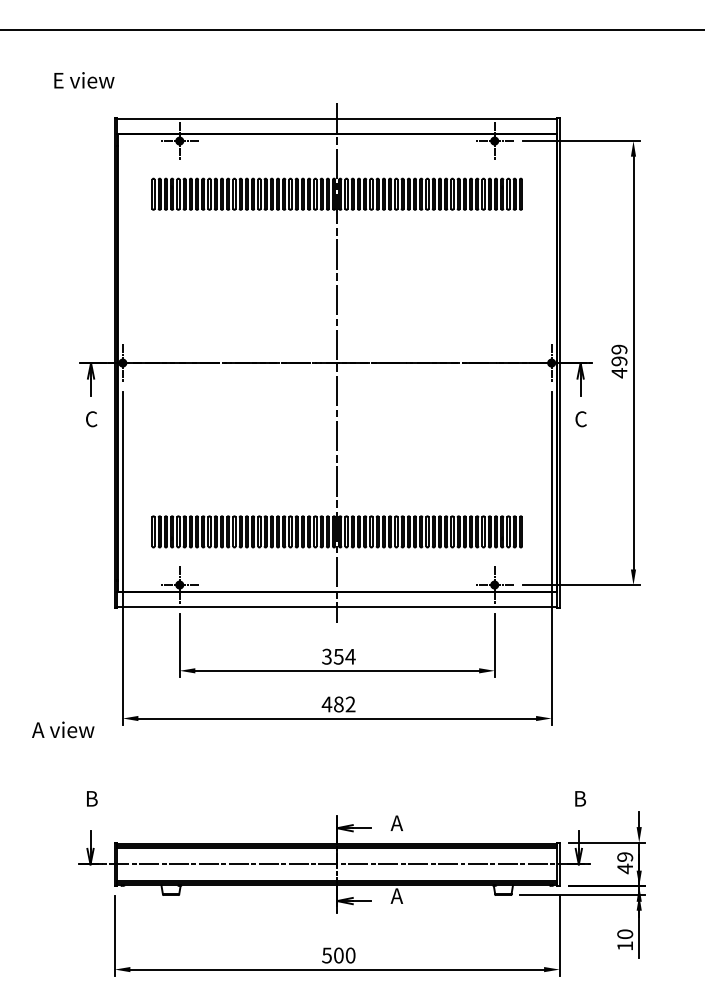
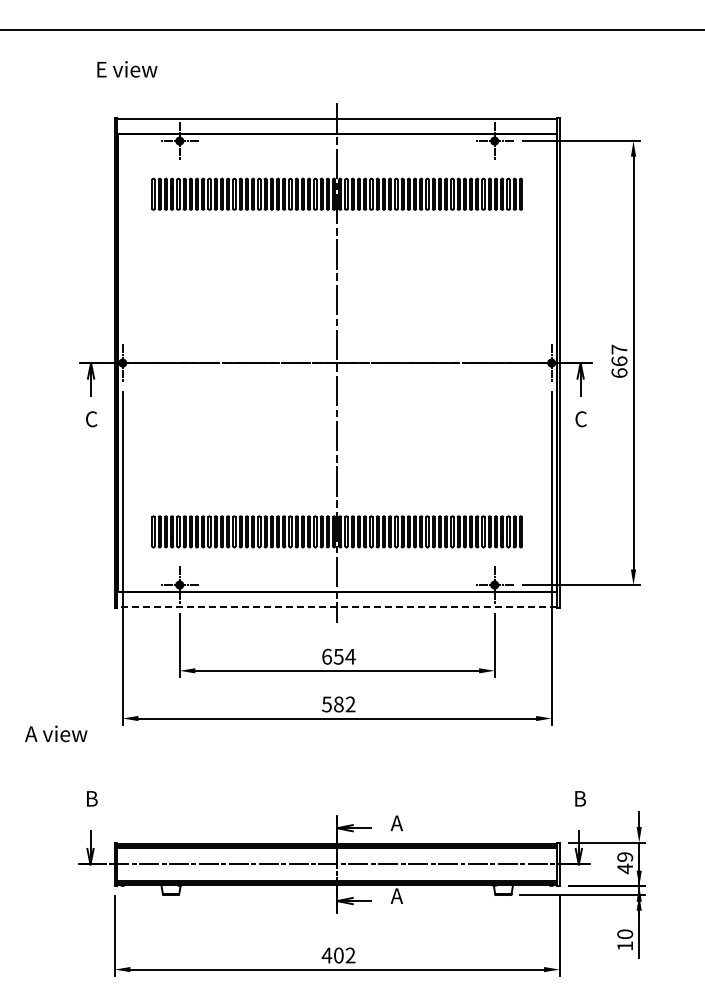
text at (84, 80) position: (84, 80) -> (127, 69)
text at (619, 361): 499 -> 667
line at (337, 607): solid -> dashed
text at (326, 656): 354 -> 654
text at (326, 704): 482 -> 582
text at (63, 729) position: (63, 729) -> (56, 733)
text at (338, 955): 500 -> 402
